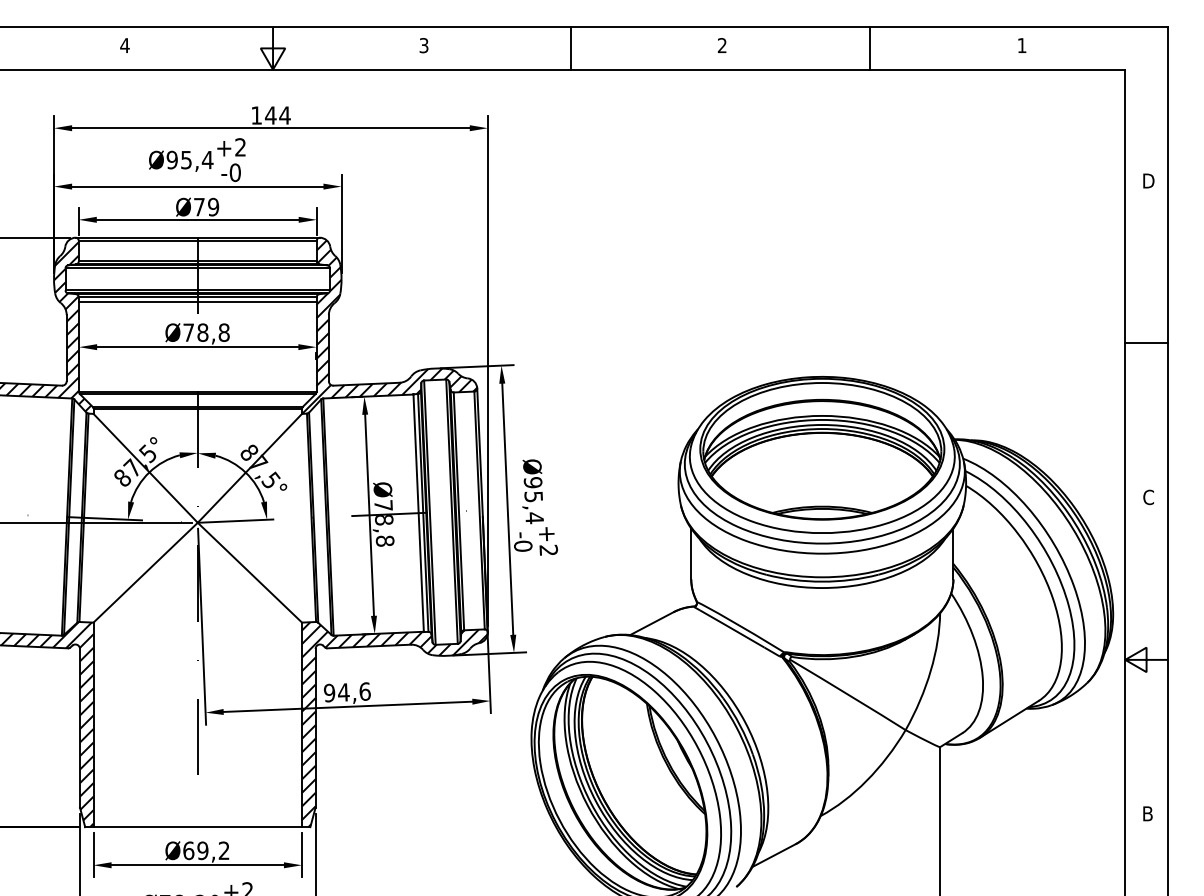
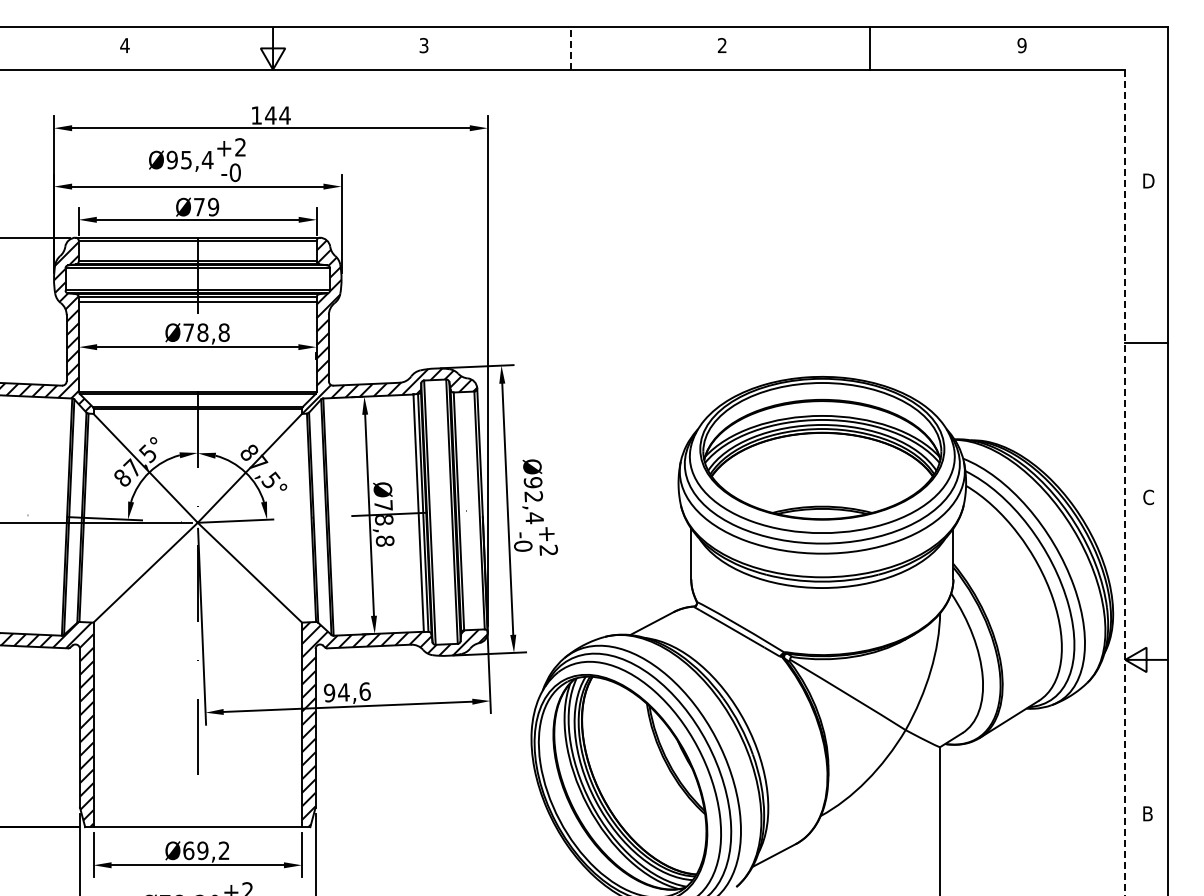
text at (1021, 45): 1 -> 9
line at (571, 47): solid -> dashed
line at (1125, 482): solid -> dashed
text at (533, 496): Ø95,4 -> Ø92,4
